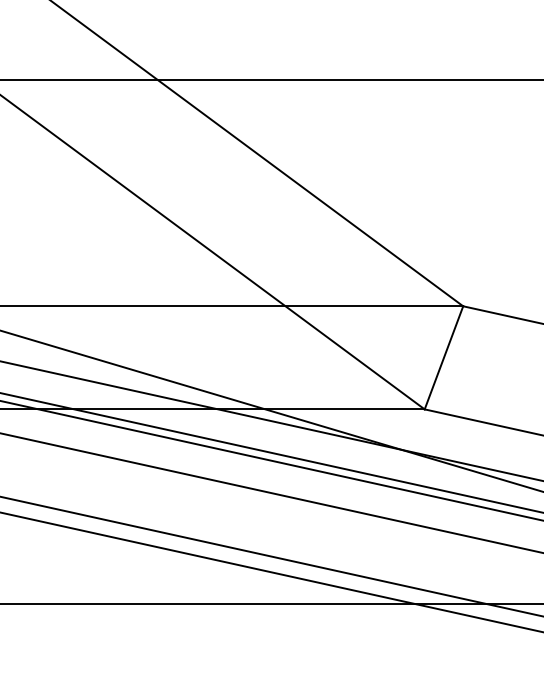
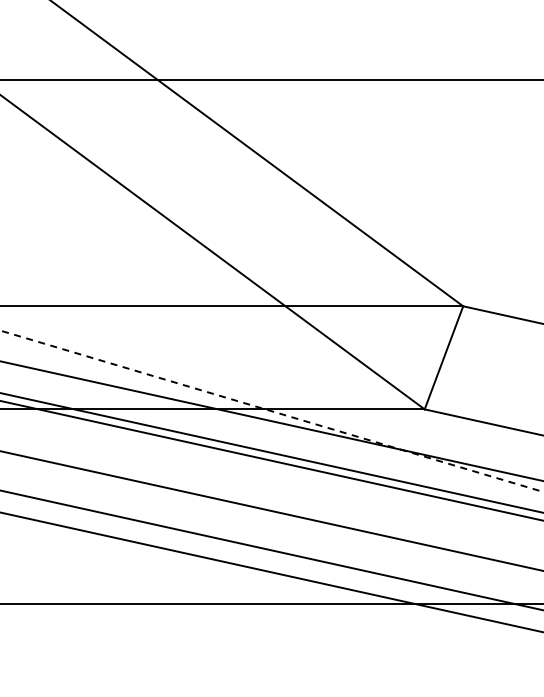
line at (272, 411): solid -> dashed
line at (271, 492) position: (271, 492) -> (271, 510)
line at (271, 556) position: (271, 556) -> (271, 550)
